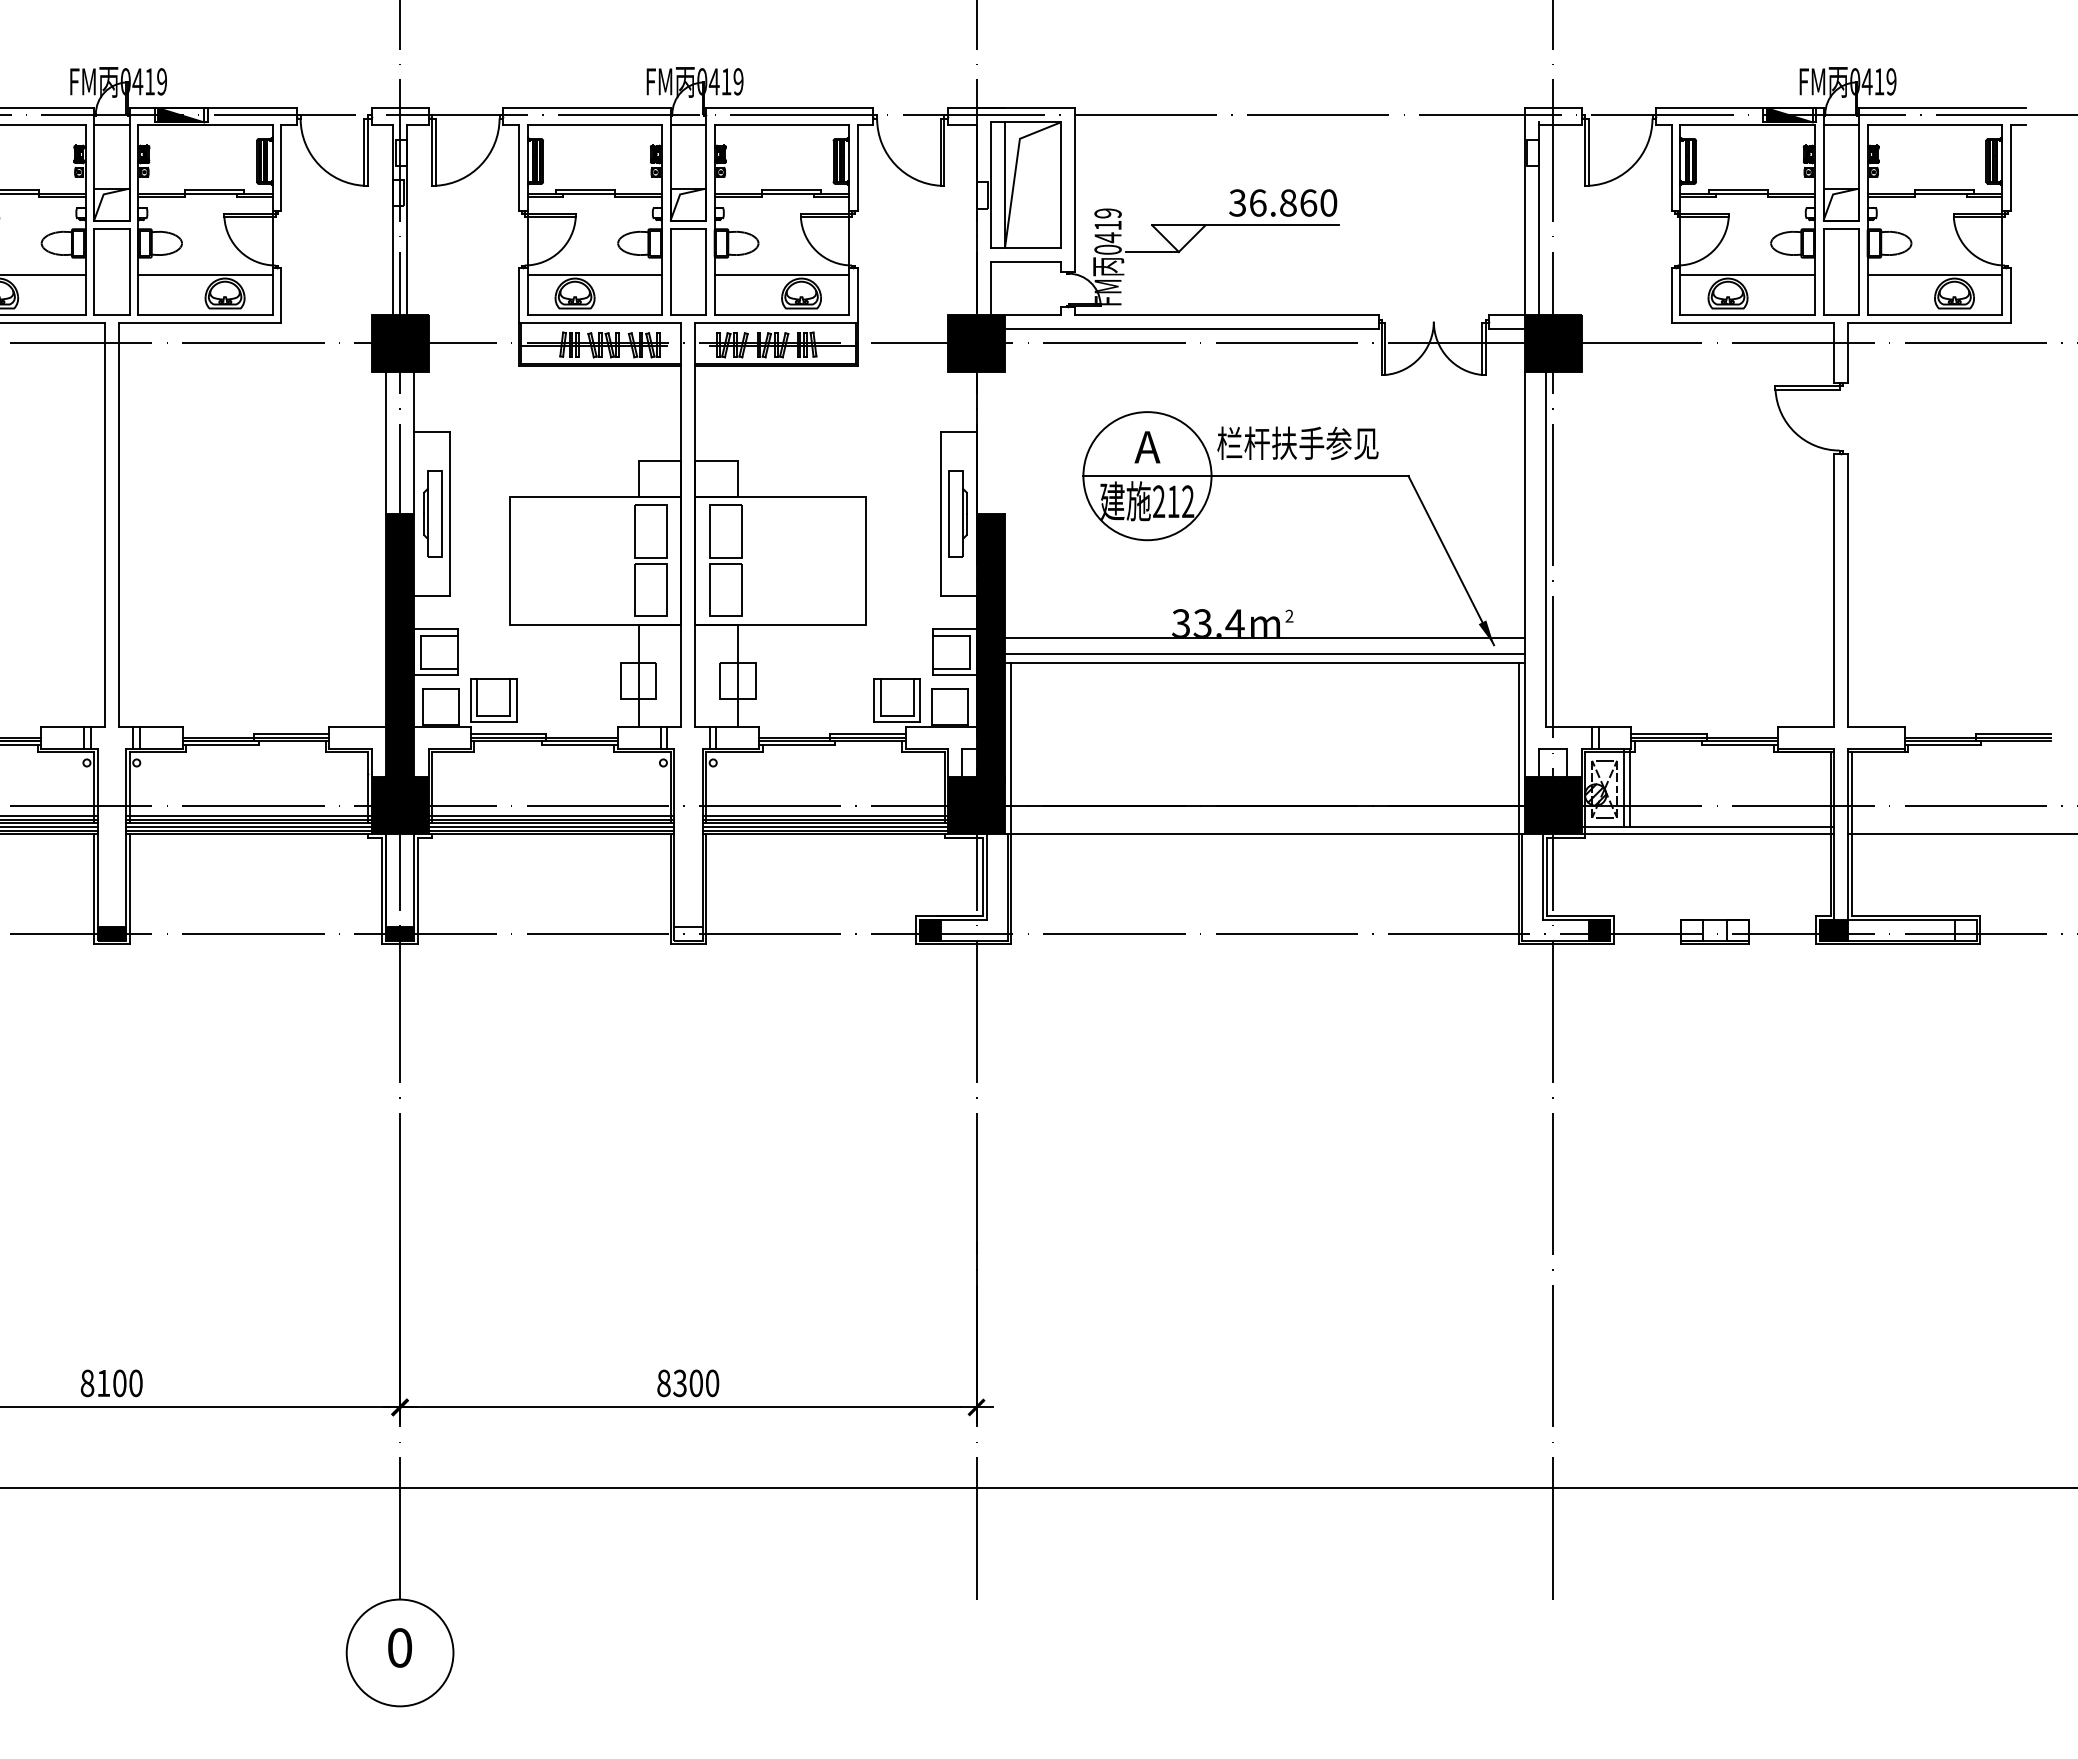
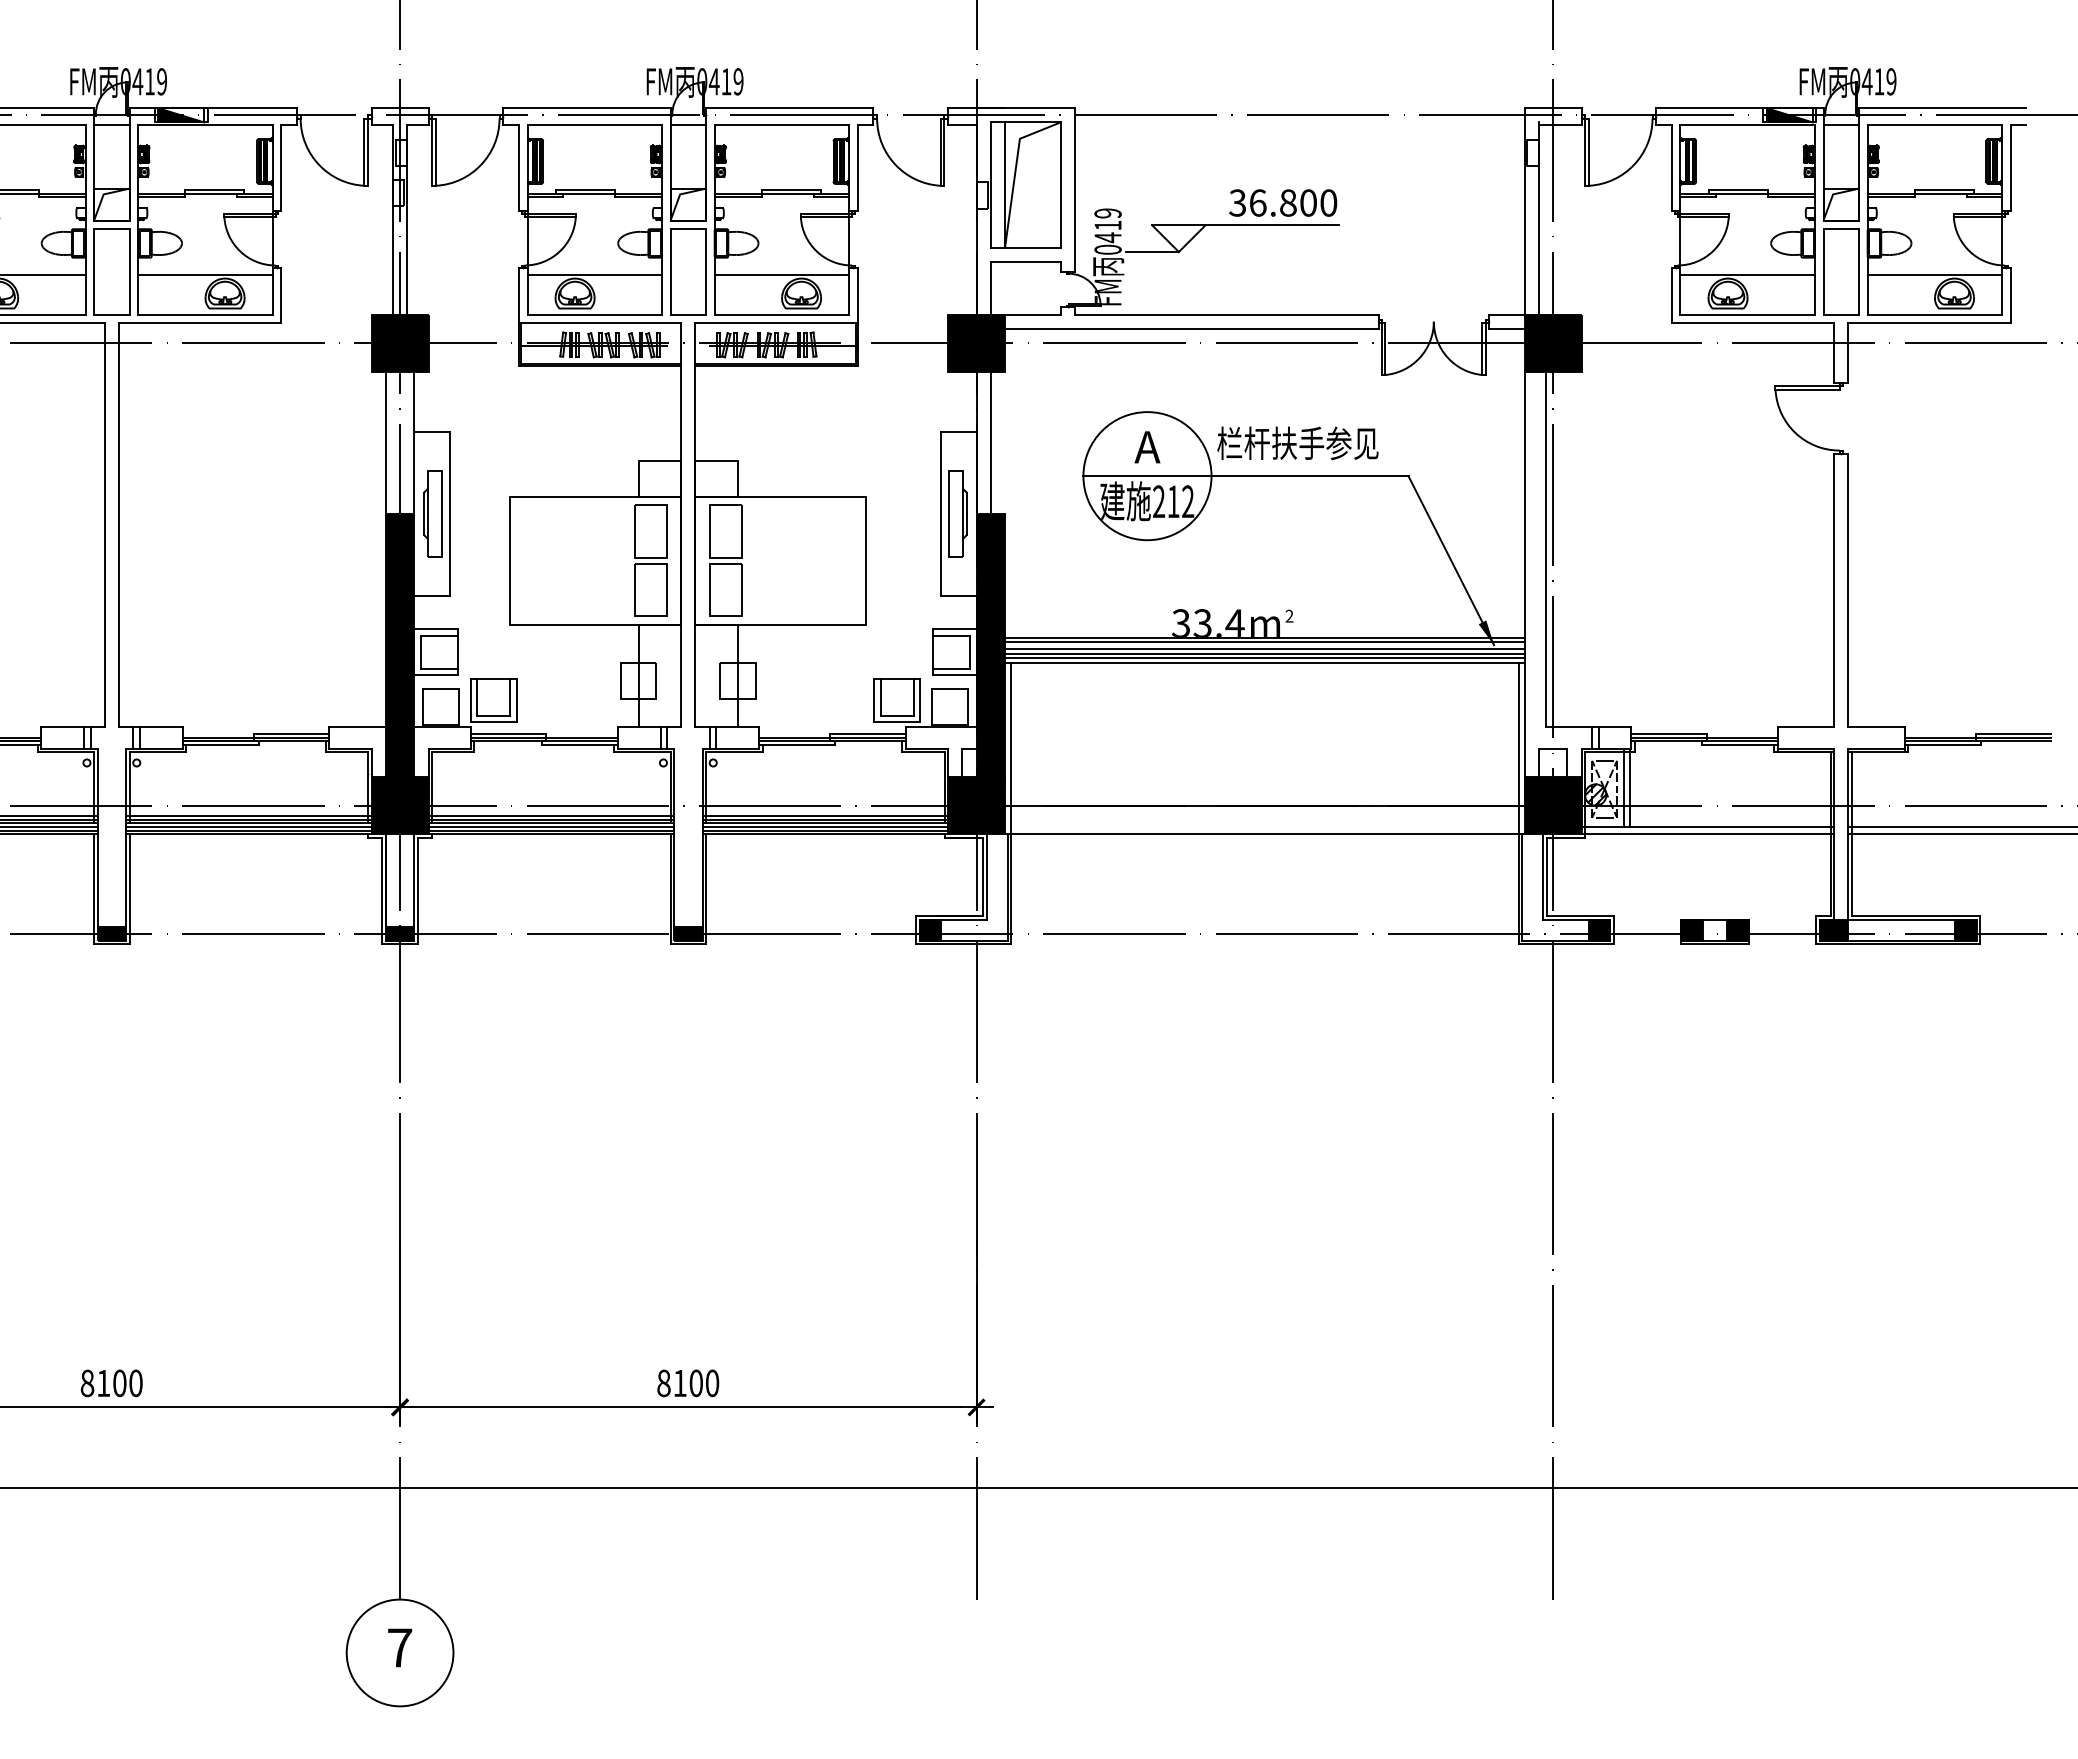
text at (1308, 202): 36.860 -> 36.800
line at (990, 442): none -> present
line at (1264, 641): none -> present
line at (1264, 649): none -> present
line at (1264, 658): none -> present
line at (1961, 827): none -> present
fill at (1691, 929): none -> present
fill at (1737, 929): none -> present
fill at (1965, 929): none -> present
fill at (688, 933): none -> present
text at (679, 1383): 8300 -> 8100
text at (400, 1647): 0 -> 7
